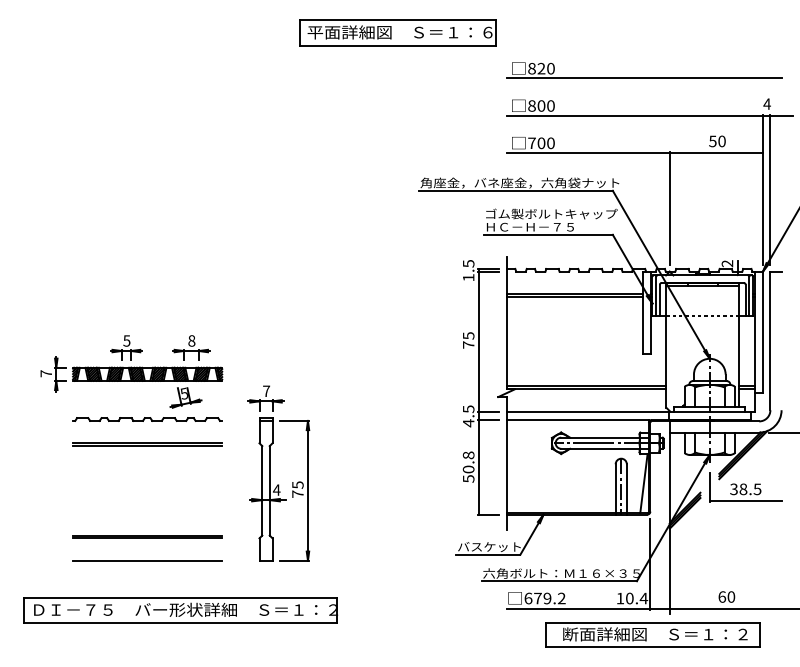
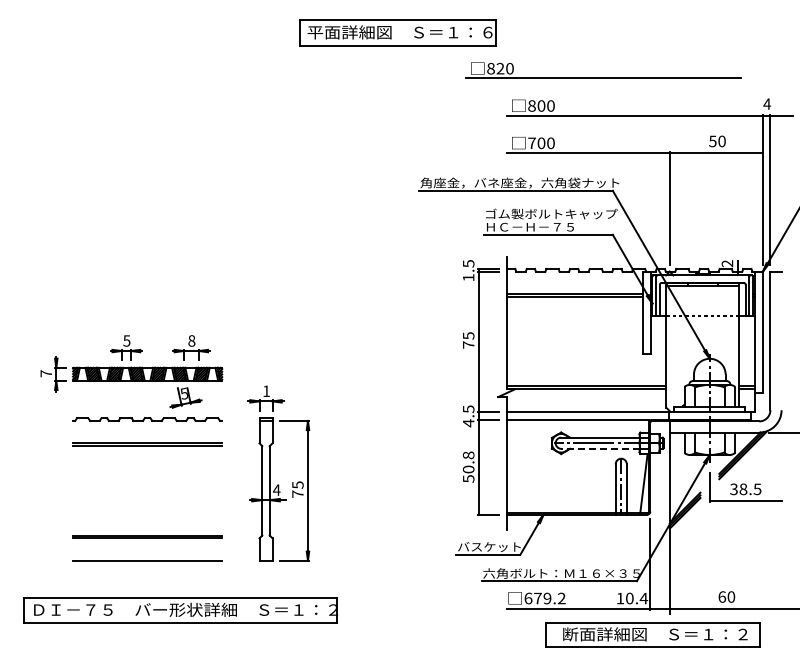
part at (644, 77) position: (644, 77) -> (603, 77)
text at (266, 390): 7 -> 1
line at (599, 448): solid -> dashed
